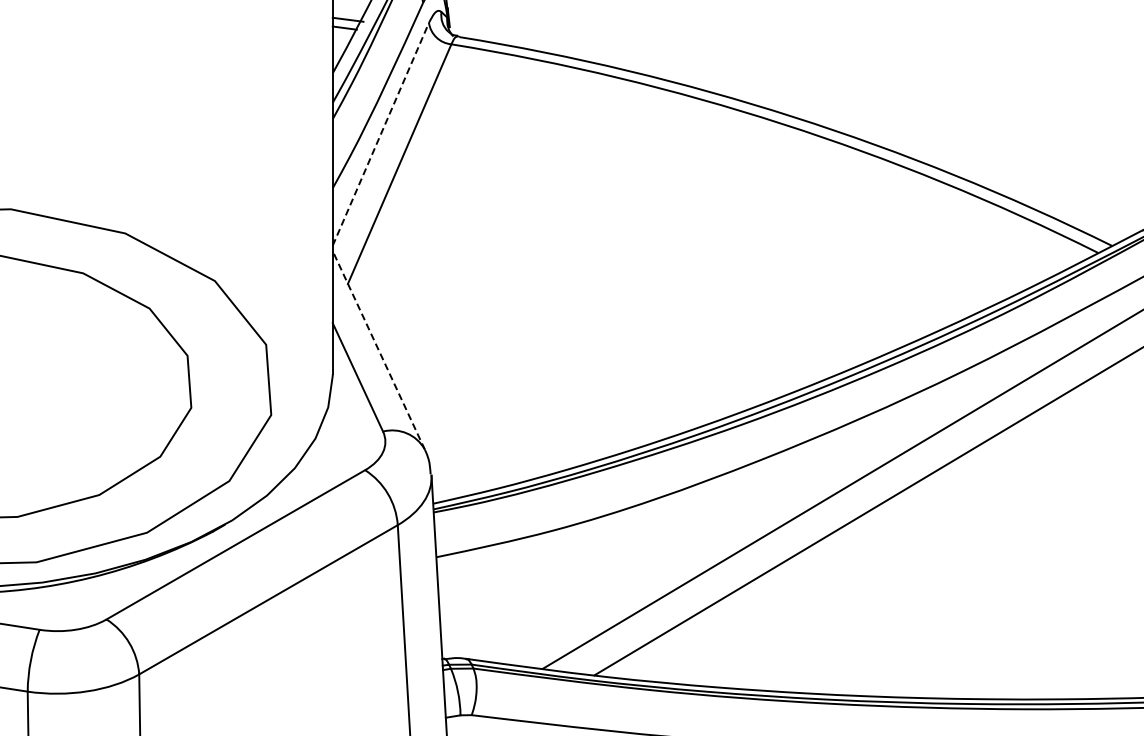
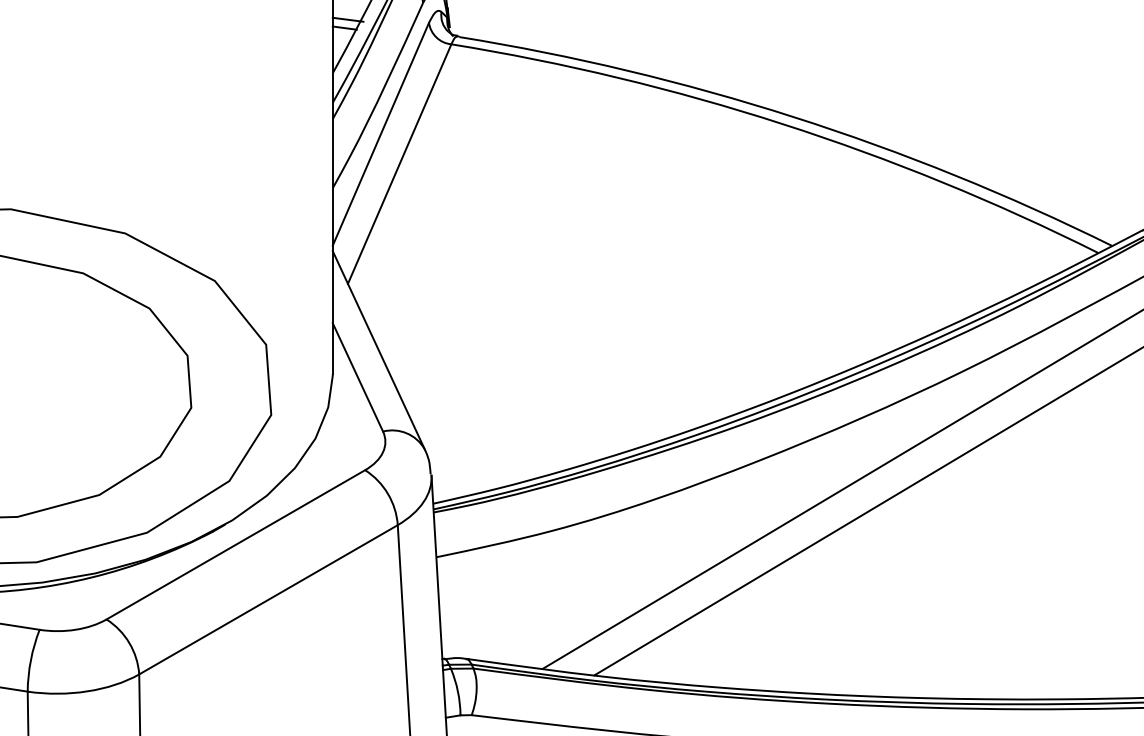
line at (381, 133): dashed -> solid
line at (378, 350): dashed -> solid
